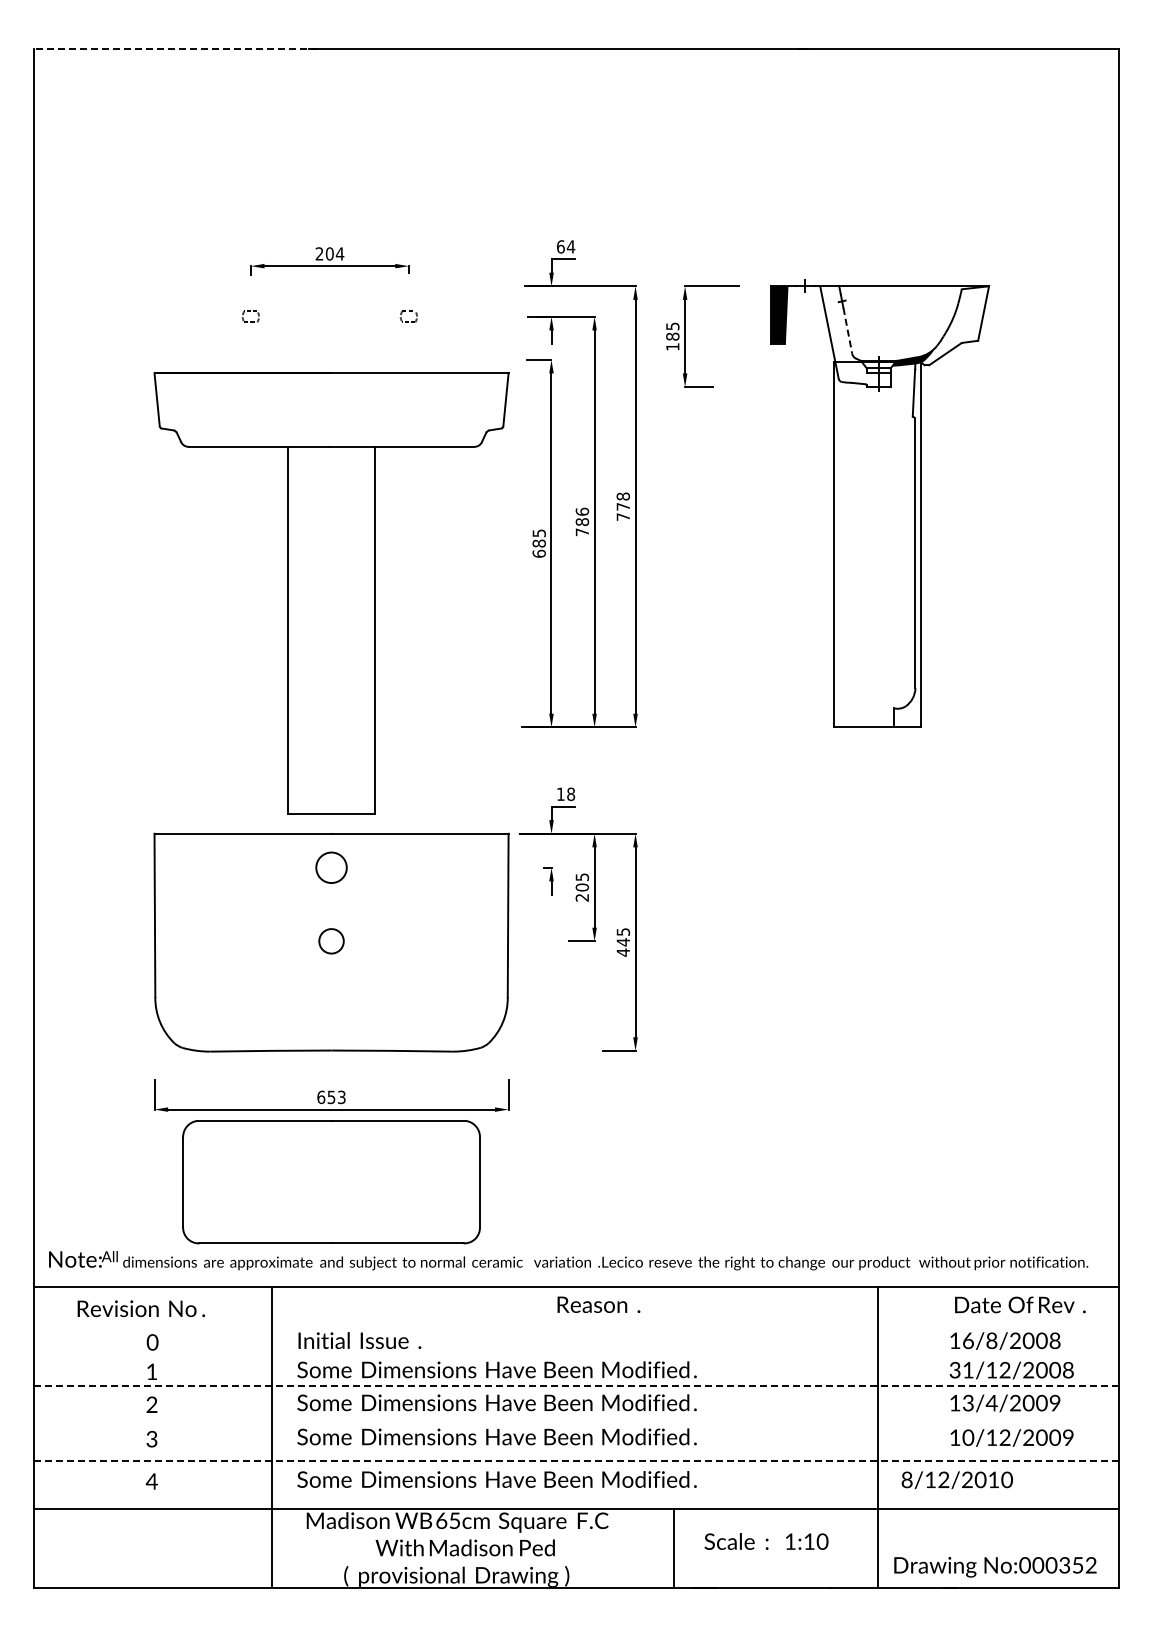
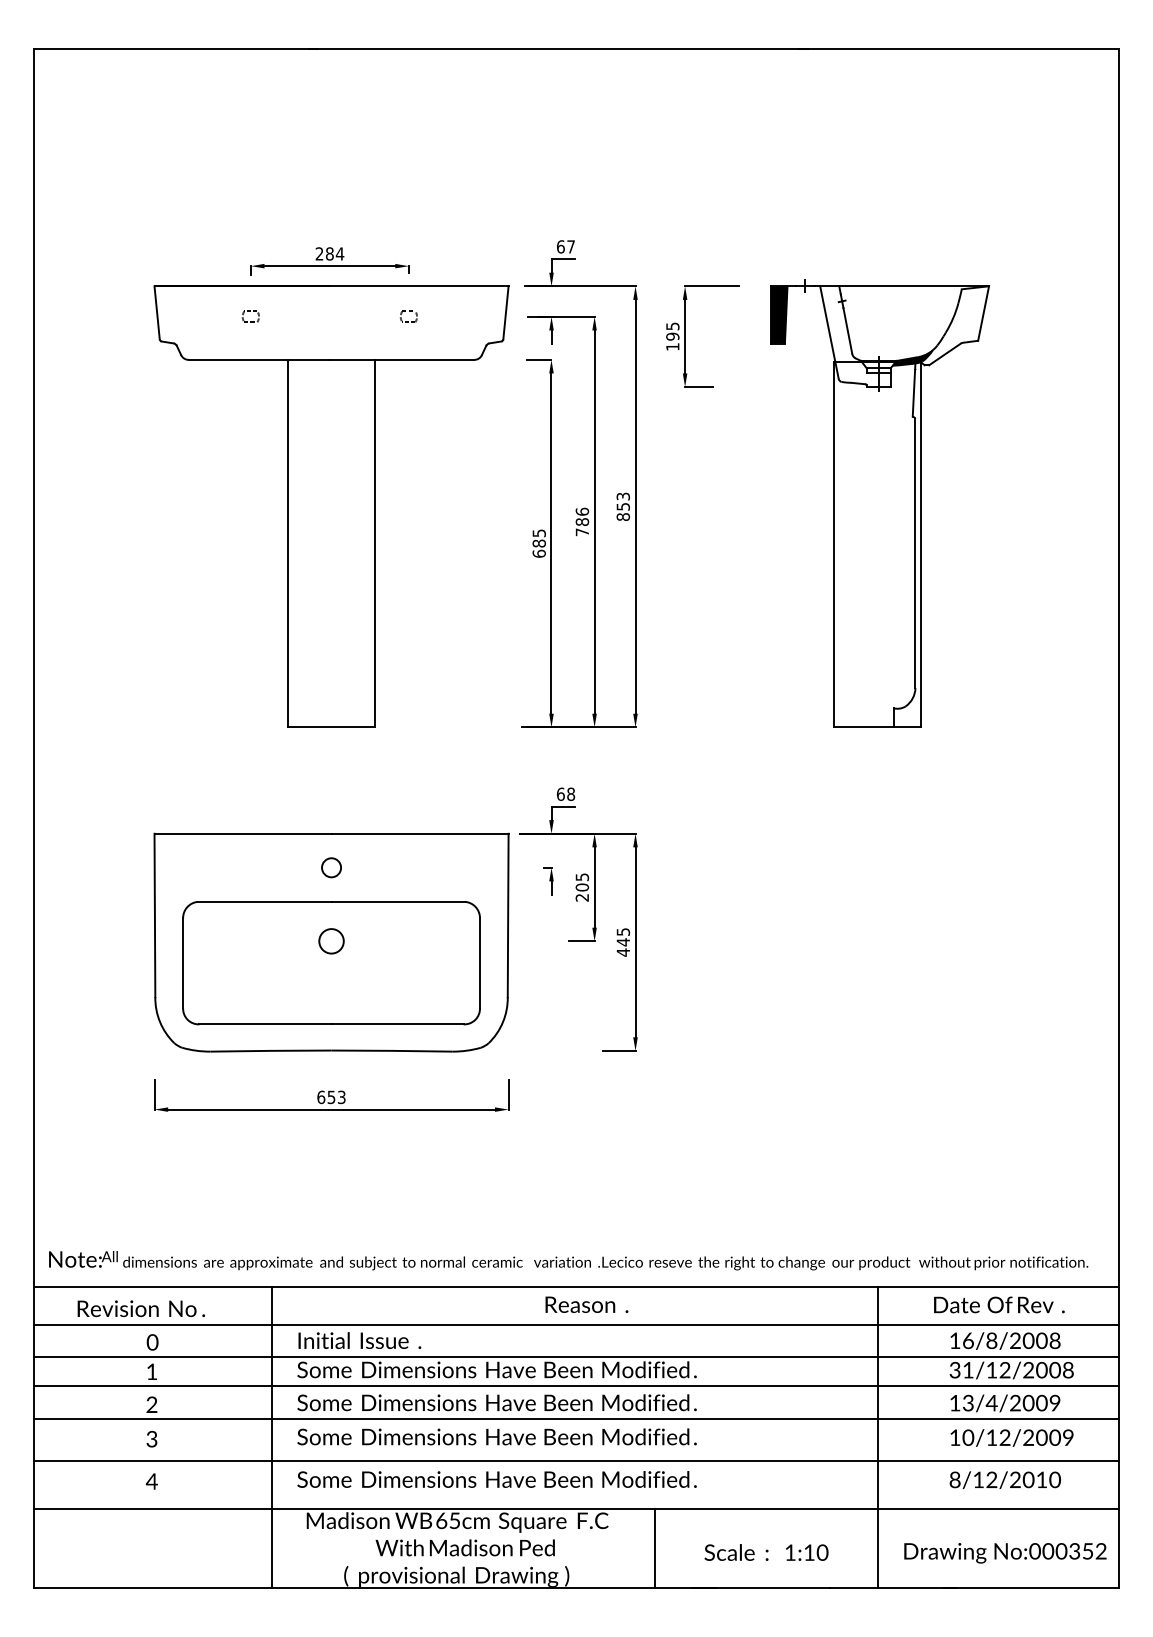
line at (176, 49): dashed -> solid
text at (570, 246): 64 -> 67
text at (329, 253): 204 -> 284
line at (847, 331): dashed -> solid
text at (672, 336): 185 -> 195
text at (622, 506): 778 -> 853
part at (331, 593) position: (331, 593) -> (331, 506)
text at (560, 793): 18 -> 68
circle at (331, 867) diameter: 31 px -> 19 px
part at (331, 1182) position: (331, 1182) -> (331, 963)
text at (598, 1304) position: (598, 1304) -> (586, 1304)
text at (1020, 1304) position: (1020, 1304) -> (999, 1304)
line at (576, 1324): none -> present
line at (576, 1356): none -> present
line at (576, 1385): dashed -> solid
line at (576, 1418): none -> present
line at (576, 1460): dashed -> solid
text at (956, 1479) position: (956, 1479) -> (1004, 1479)
text at (766, 1541) position: (766, 1541) -> (766, 1552)
line at (674, 1547) position: (674, 1547) -> (655, 1547)
text at (995, 1567) position: (995, 1567) -> (1005, 1553)
